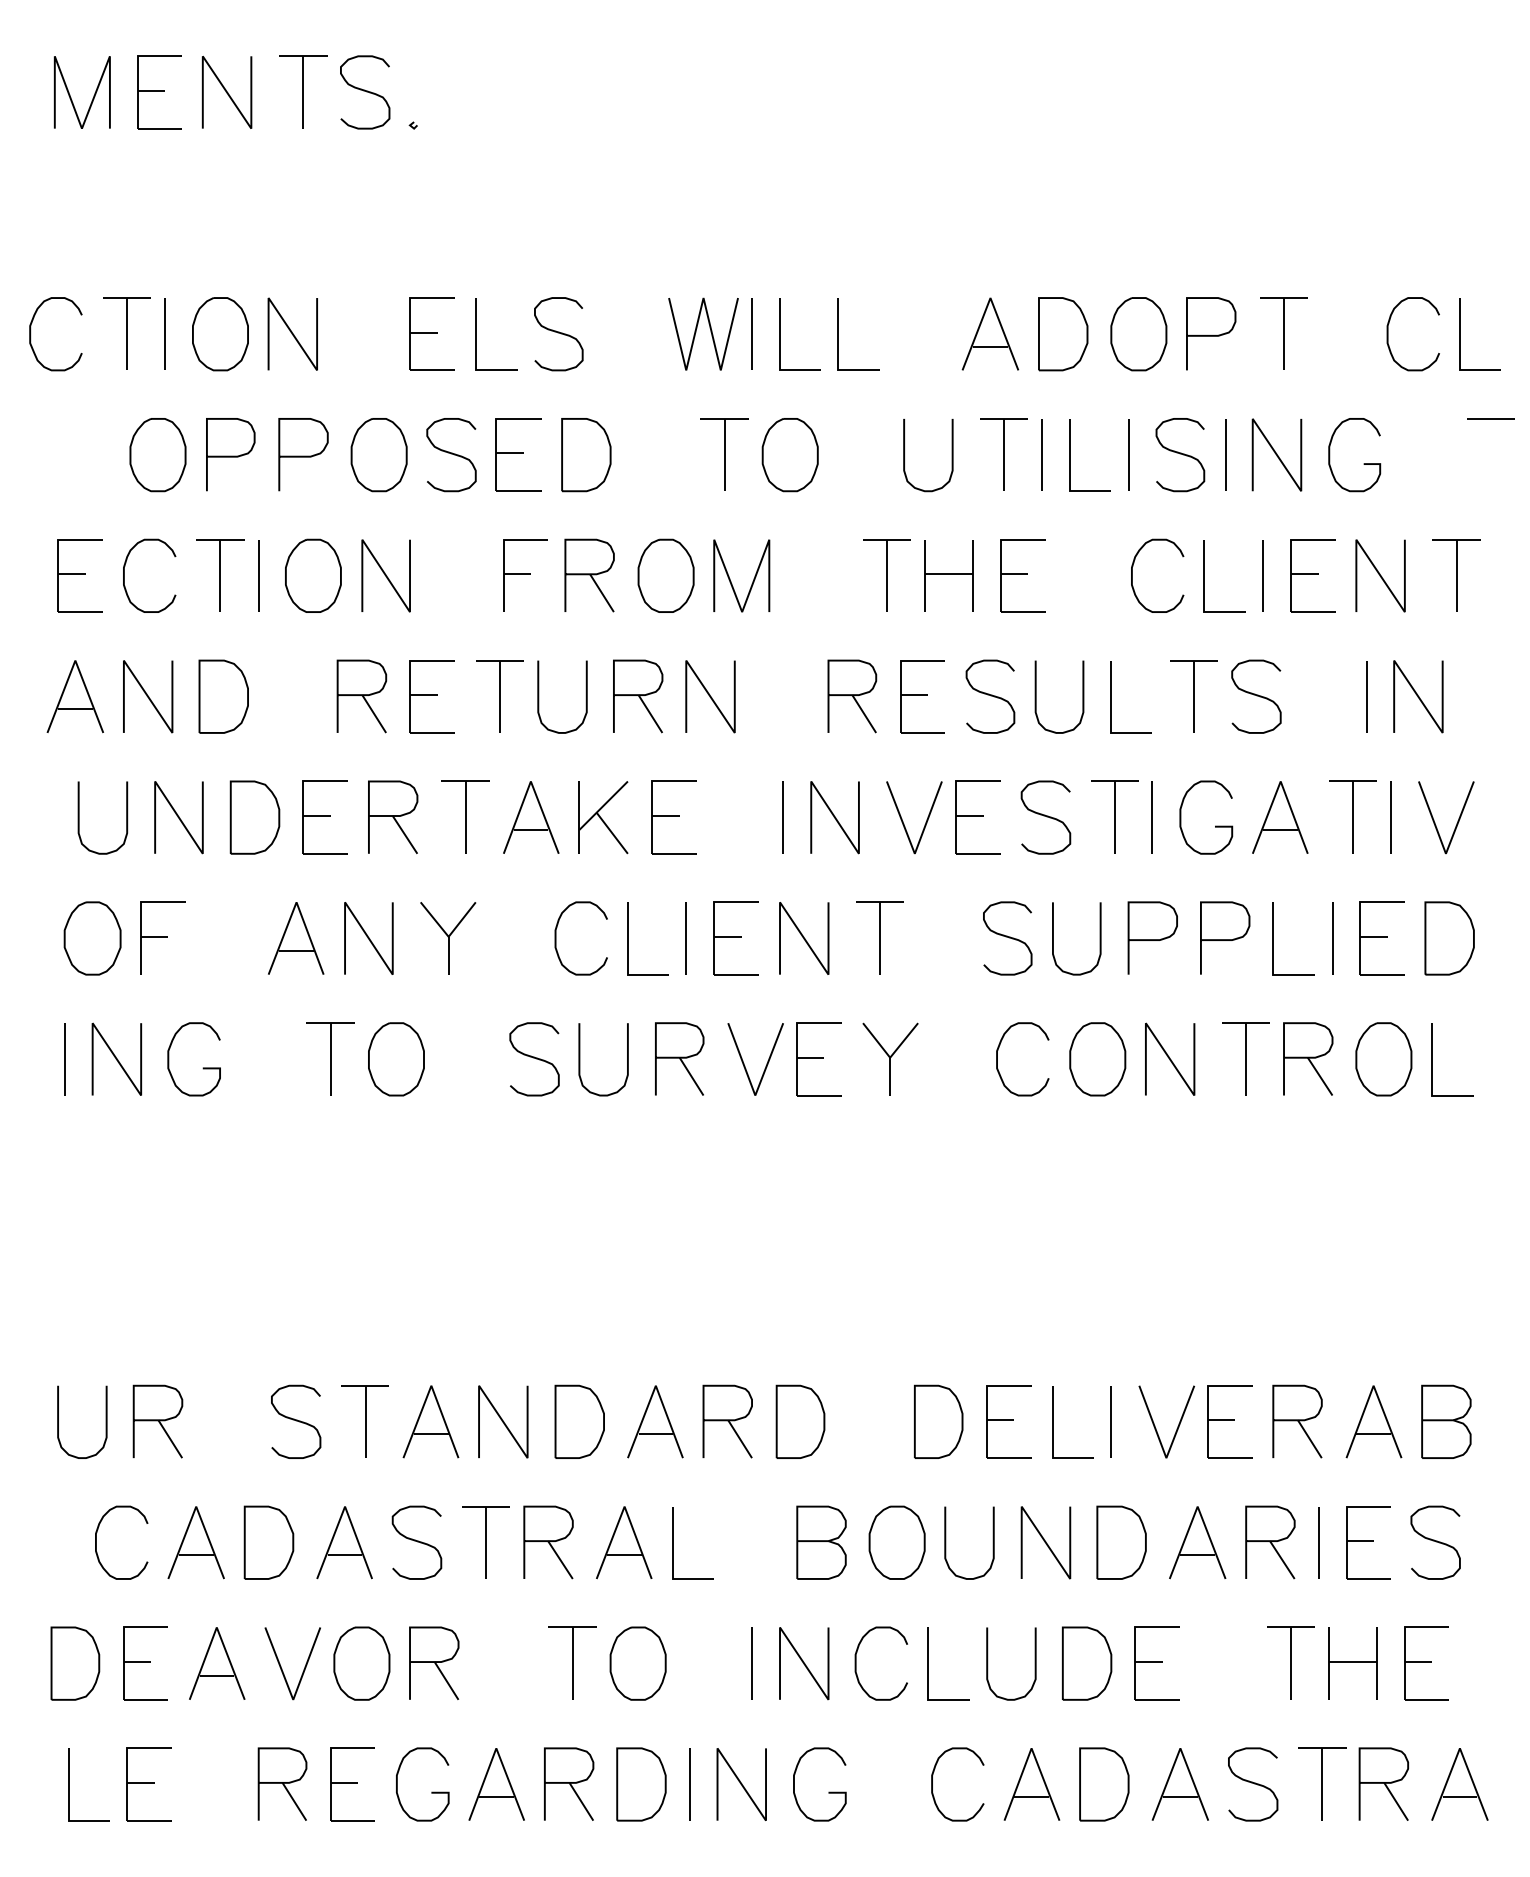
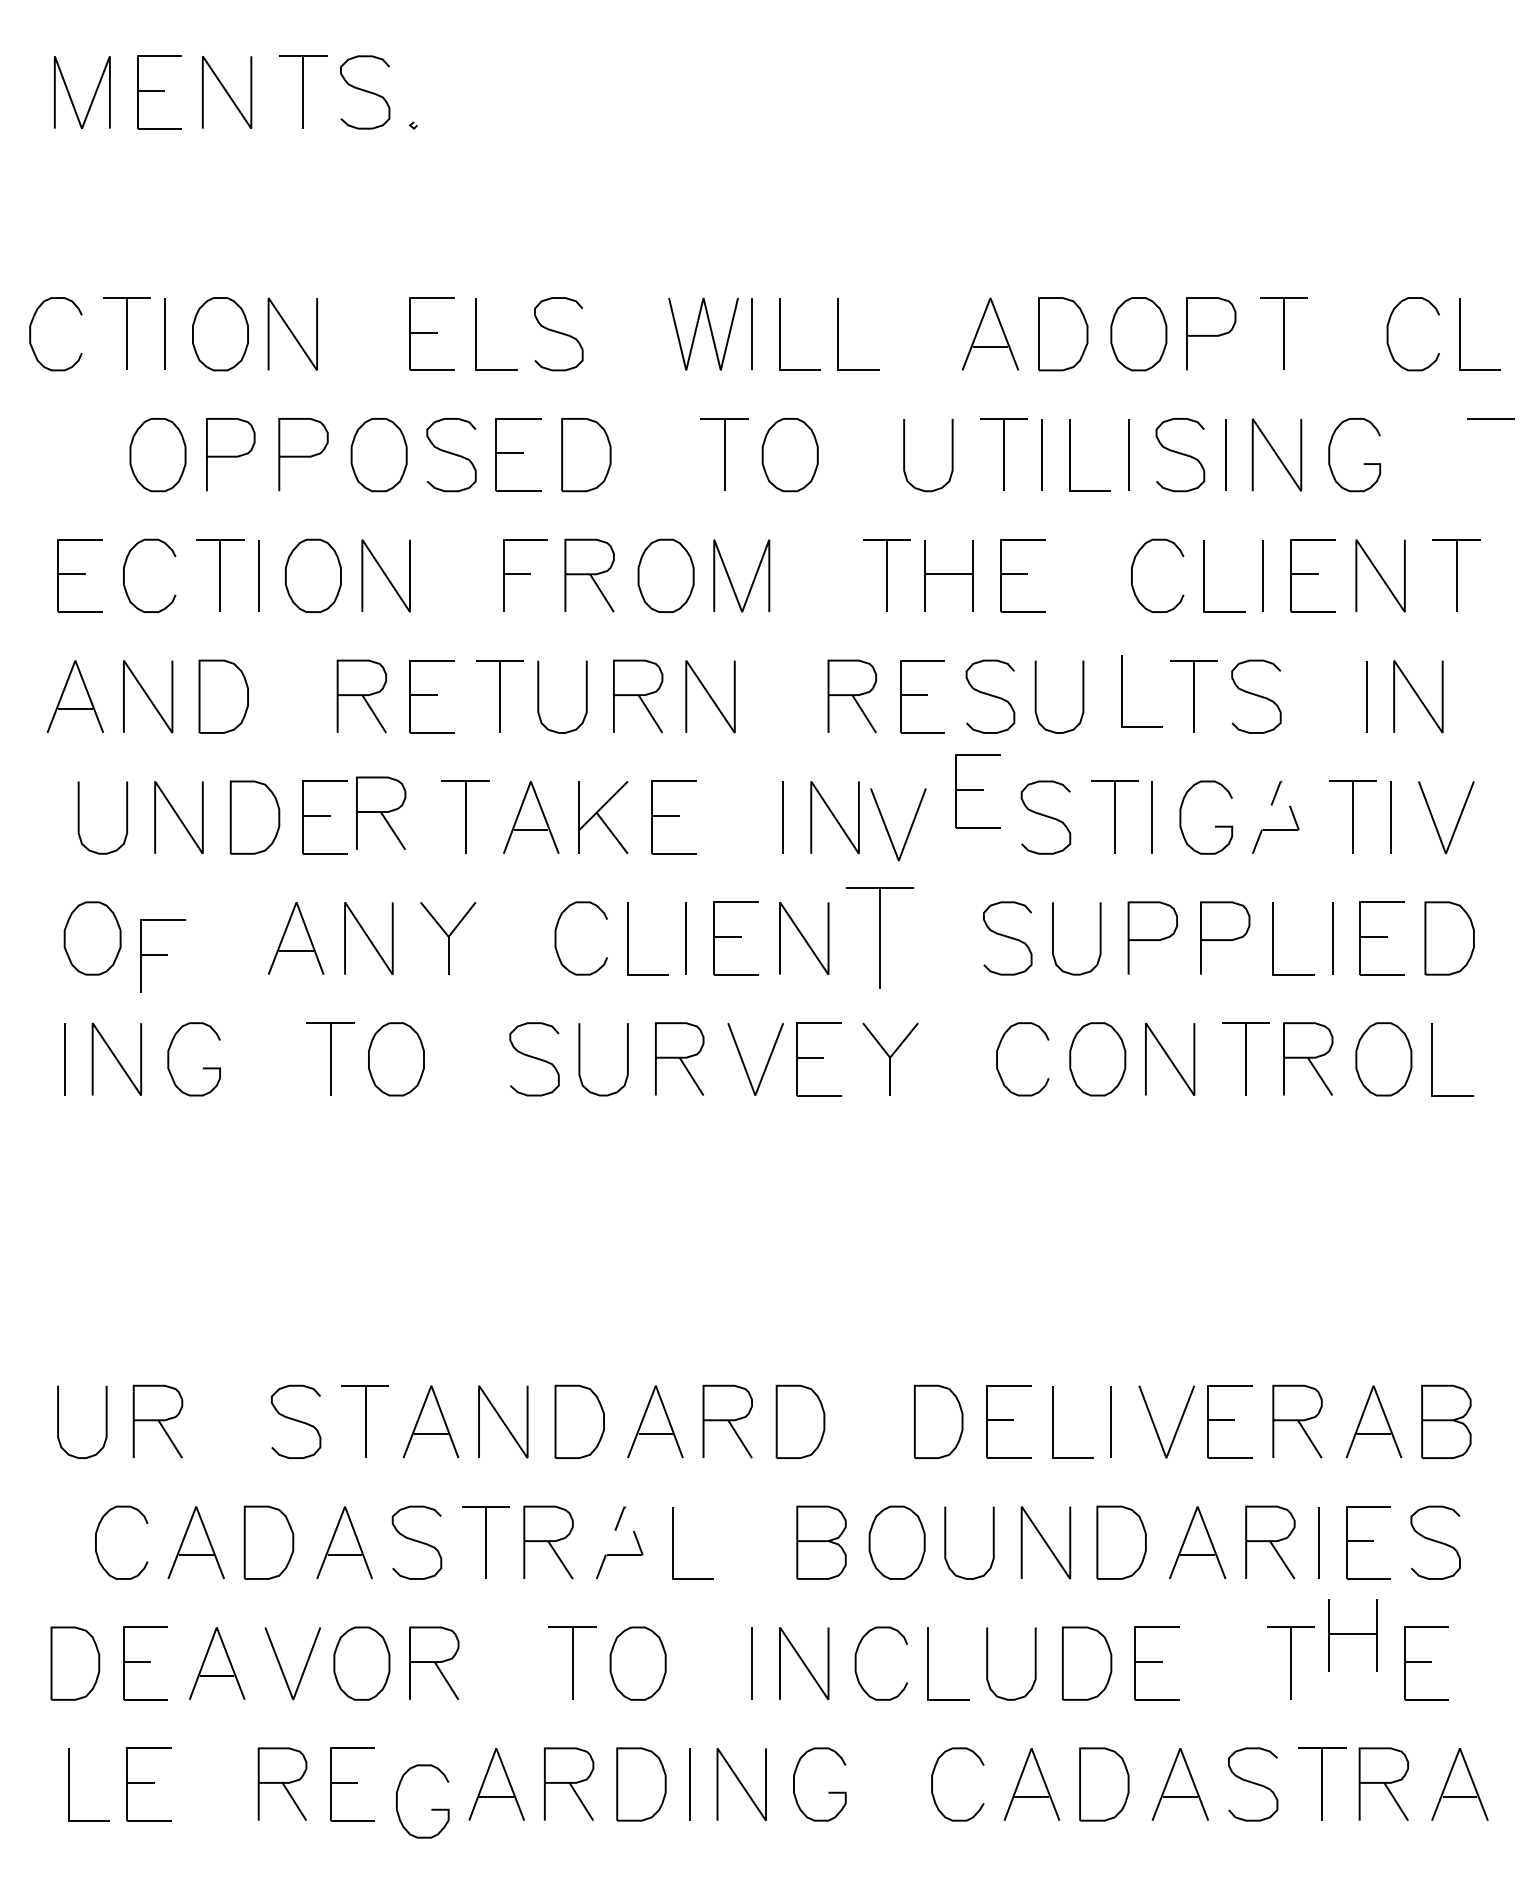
line at (1111, 697) position: (1111, 697) -> (1122, 691)
line at (1280, 781): solid -> dashed
part at (393, 816) position: (393, 816) -> (381, 812)
part at (977, 817) position: (977, 817) -> (977, 791)
line at (904, 823) position: (904, 823) -> (888, 830)
part at (162, 937) position: (162, 937) -> (162, 955)
part at (879, 937) size: 48x74 px -> 68x102 px
line at (624, 1506): solid -> dashed
part at (1352, 1663) position: (1352, 1663) -> (1352, 1635)
curve at (431, 1791) position: (431, 1791) -> (431, 1808)
